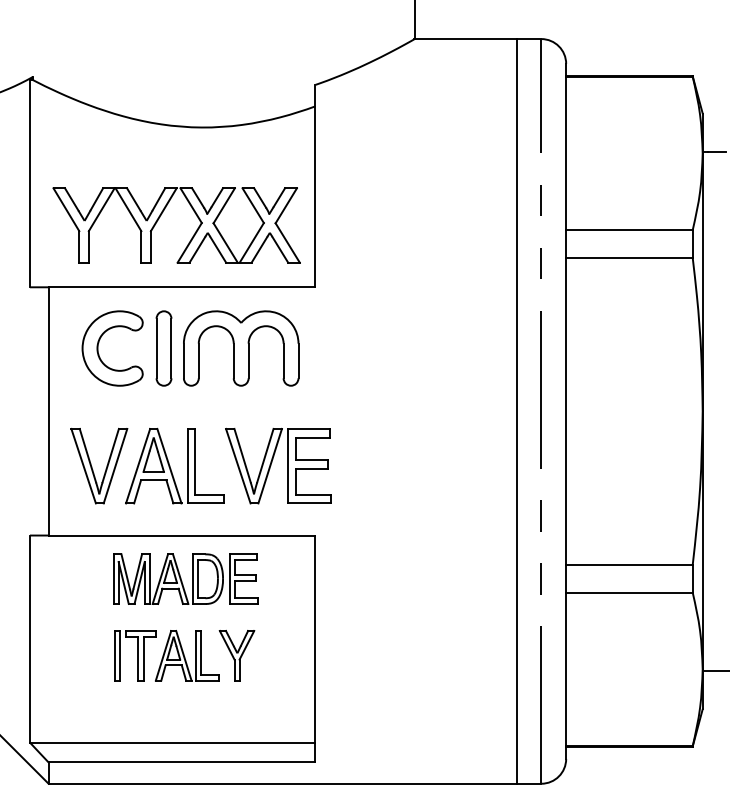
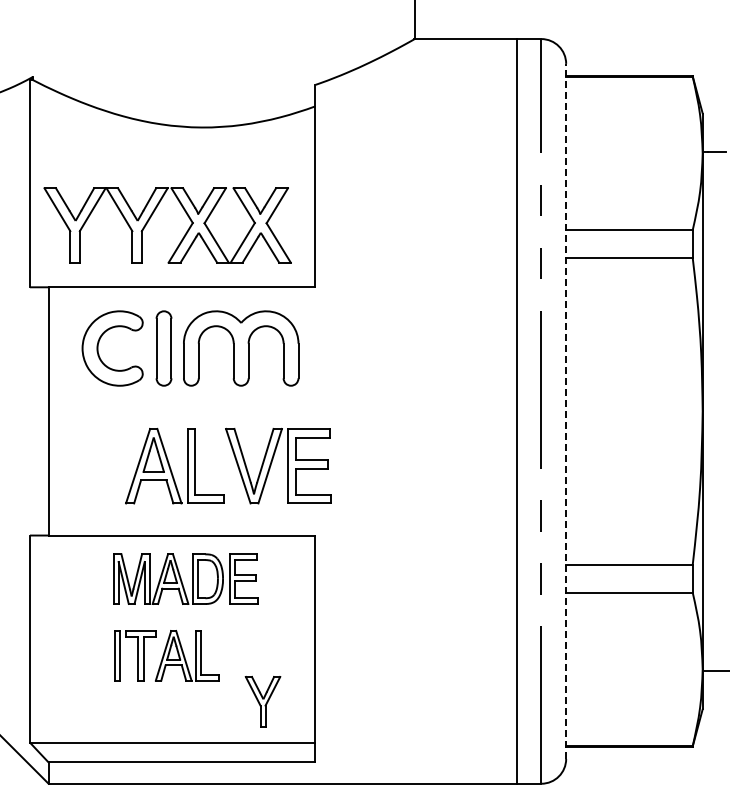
part at (160, 217) position: (160, 217) -> (151, 217)
line at (566, 411): solid -> dashed
part at (105, 468): present -> none
part at (236, 655) position: (236, 655) -> (262, 701)
